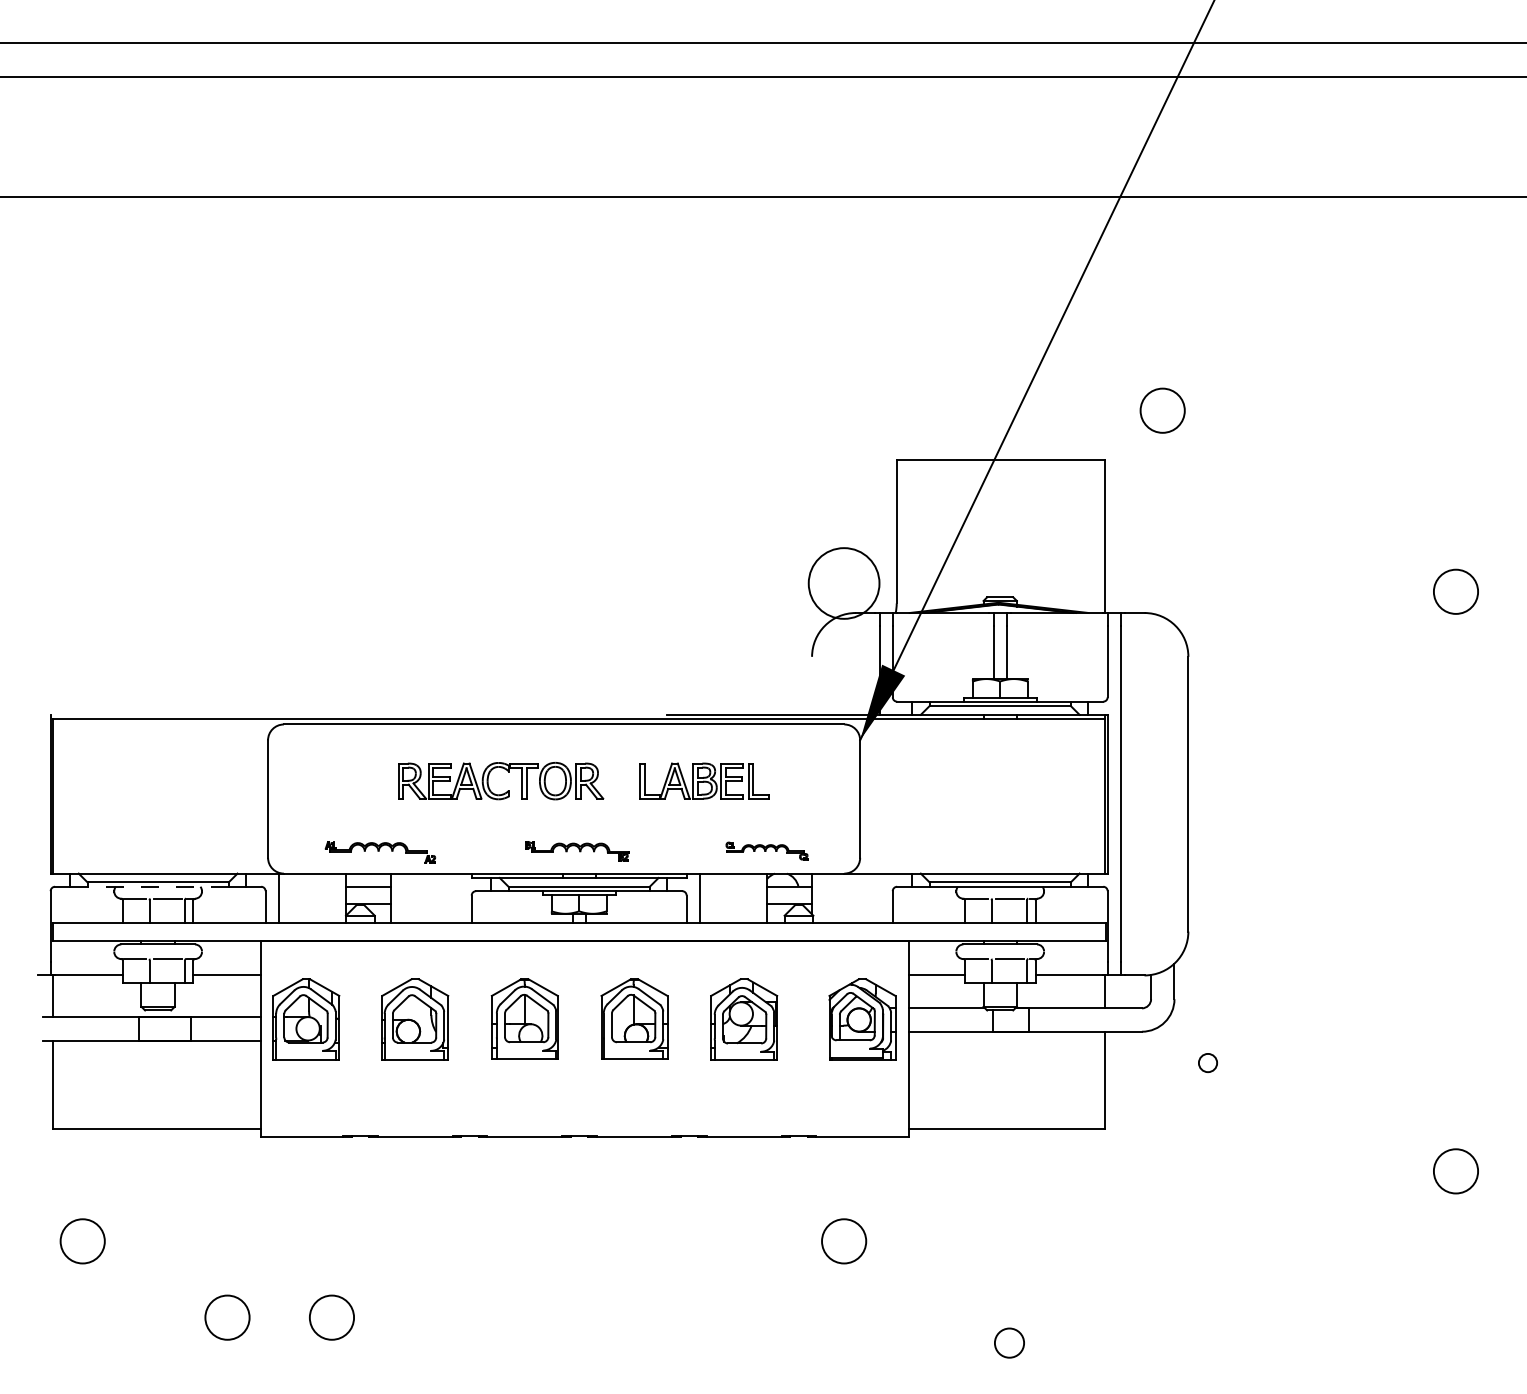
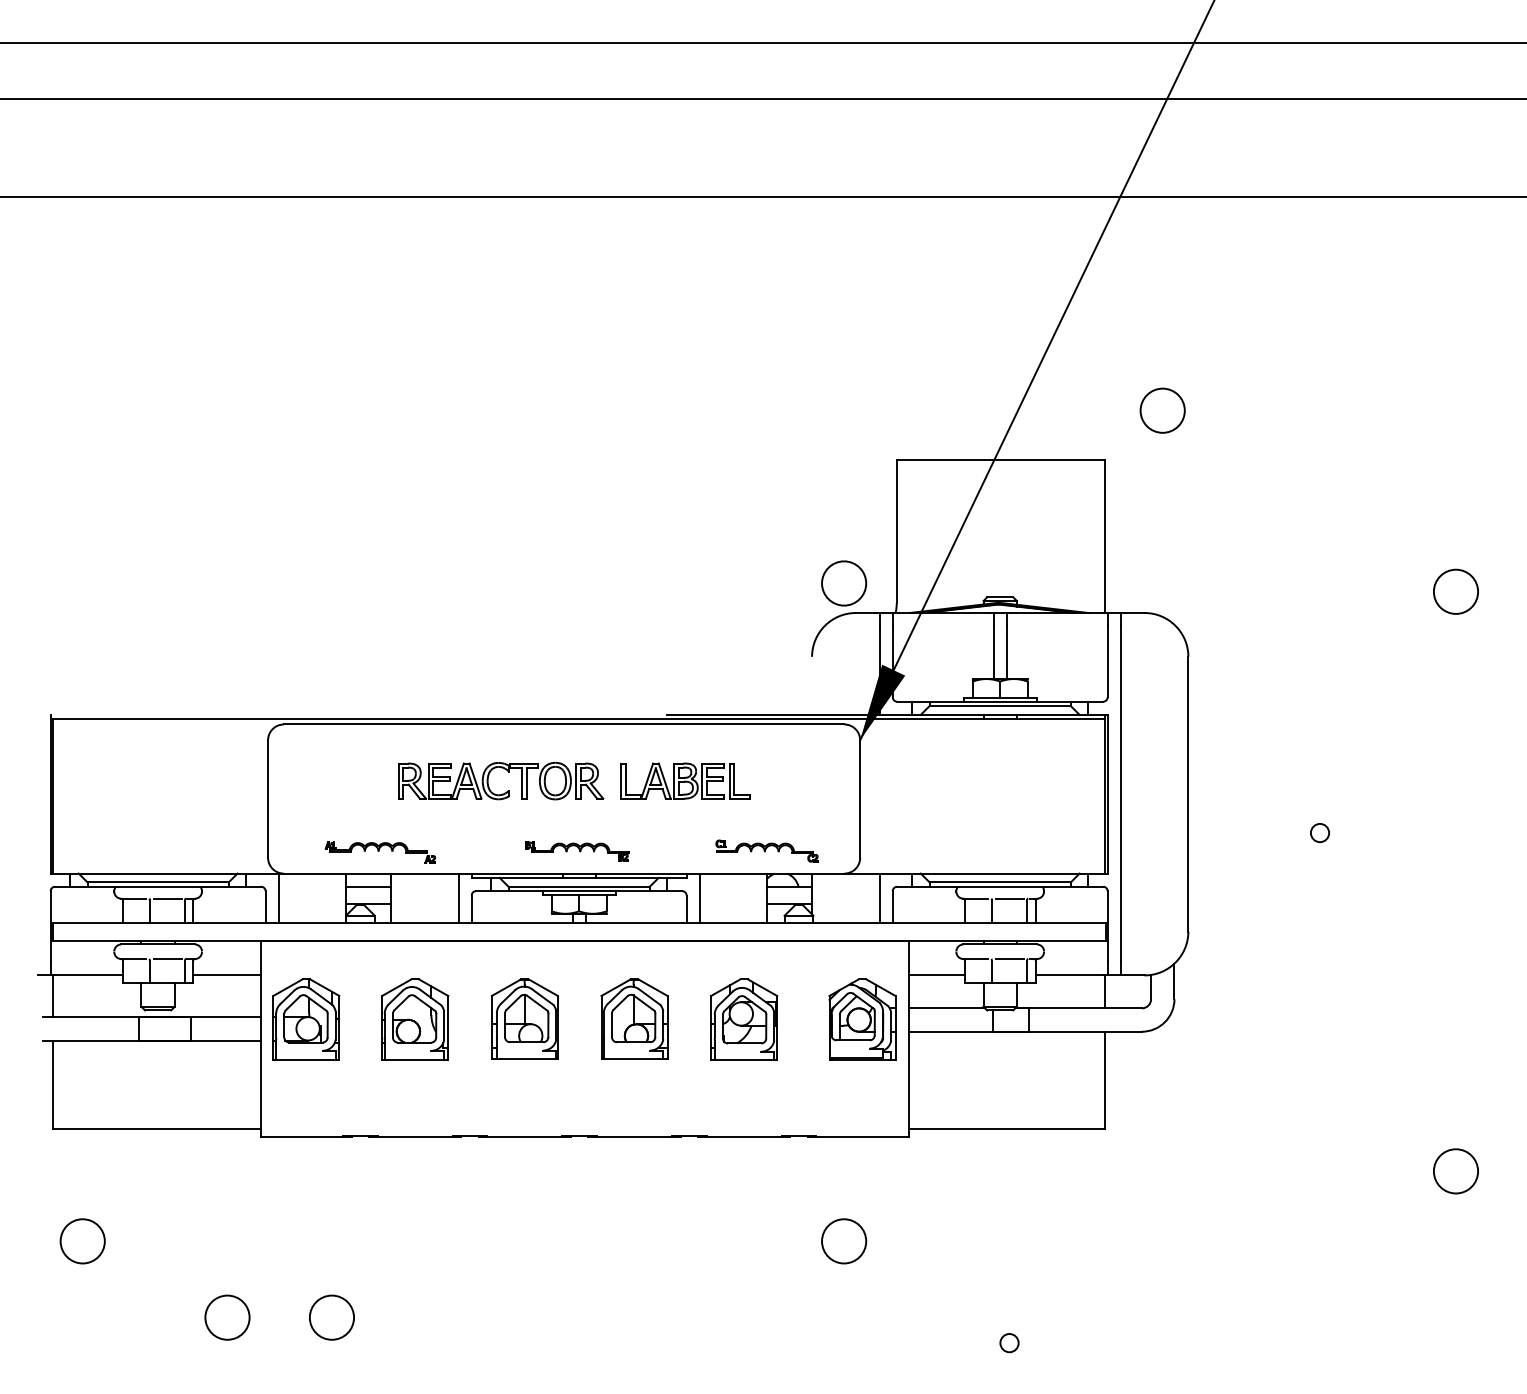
line at (762, 76) position: (762, 76) -> (762, 98)
circle at (843, 583) diameter: 71 px -> 44 px
part at (704, 780) position: (704, 780) -> (685, 780)
part at (766, 850) size: 84x20 px -> 104x24 px
line at (158, 886): dashed -> solid
line at (458, 897): none -> present
line at (879, 897): none -> present
circle at (1207, 1062) position: (1207, 1062) -> (1319, 832)
circle at (1009, 1342) diameter: 29 px -> 18 px
